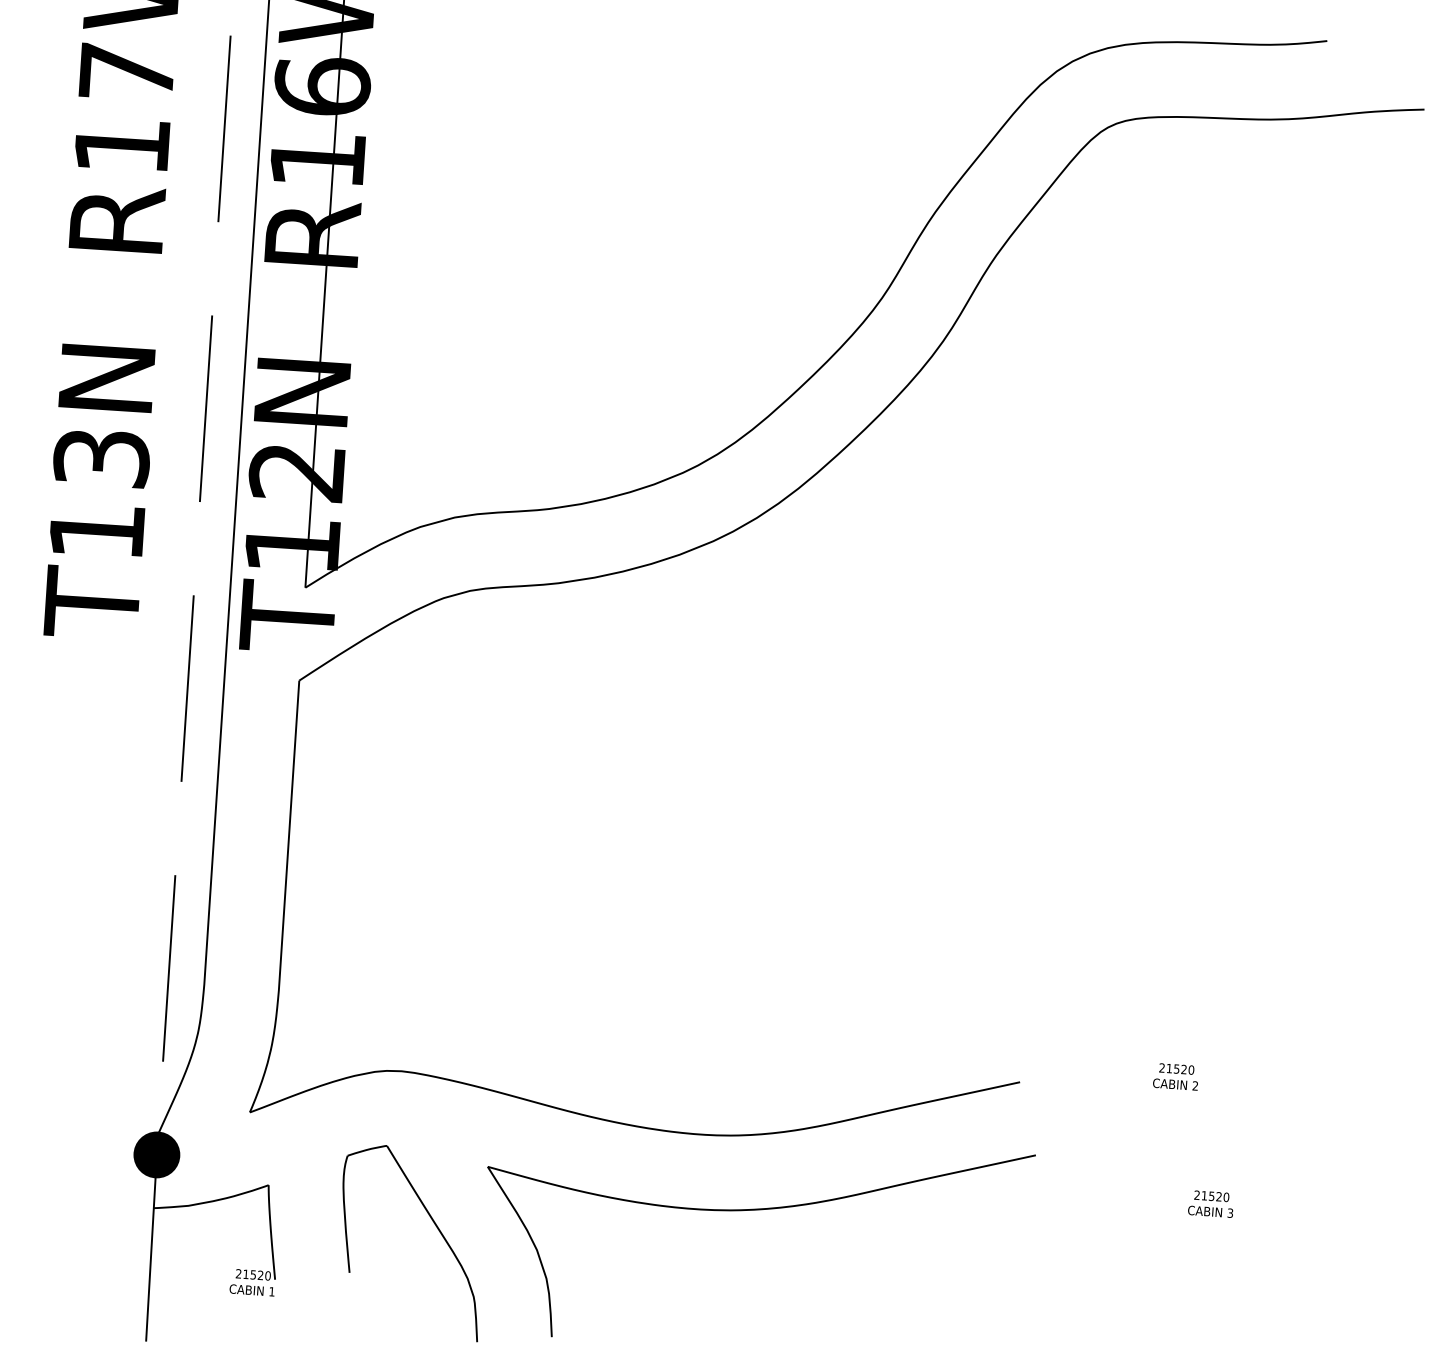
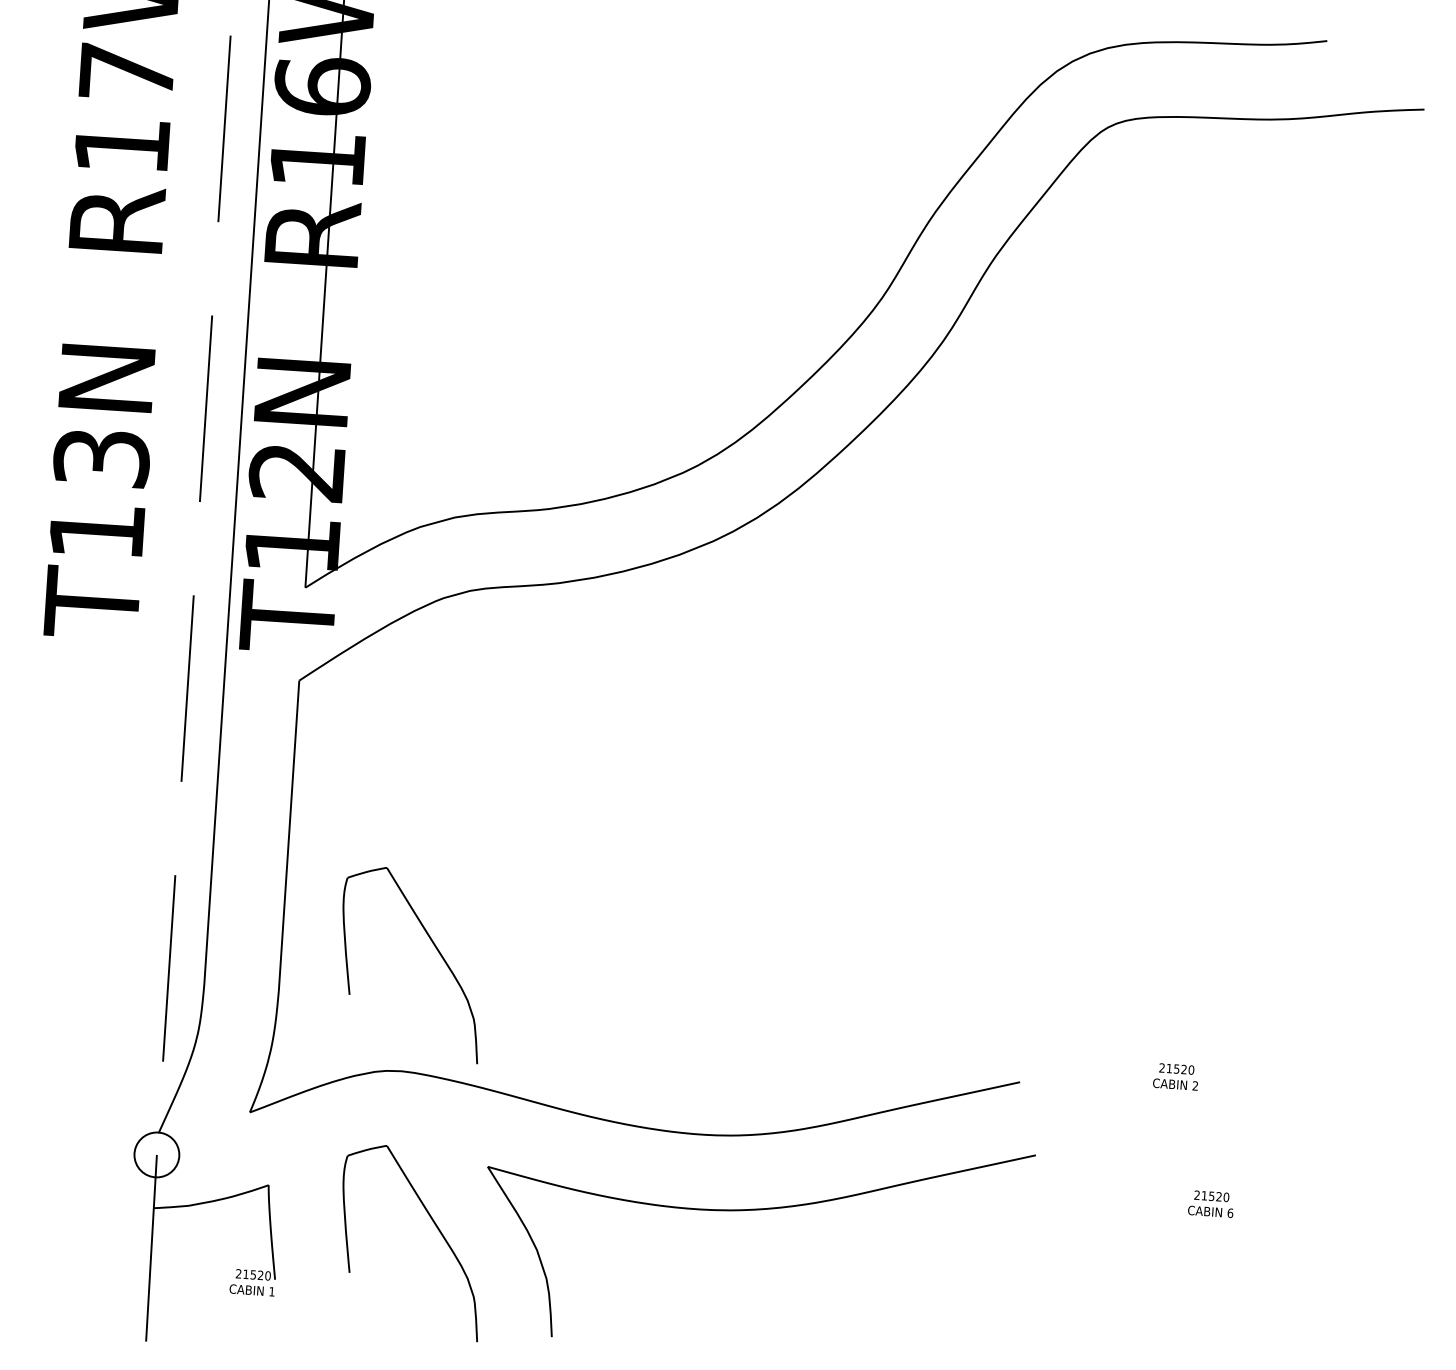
part at (435, 948): none -> present
fill at (156, 1154): present -> none
text at (1230, 1212): 3 -> 6
